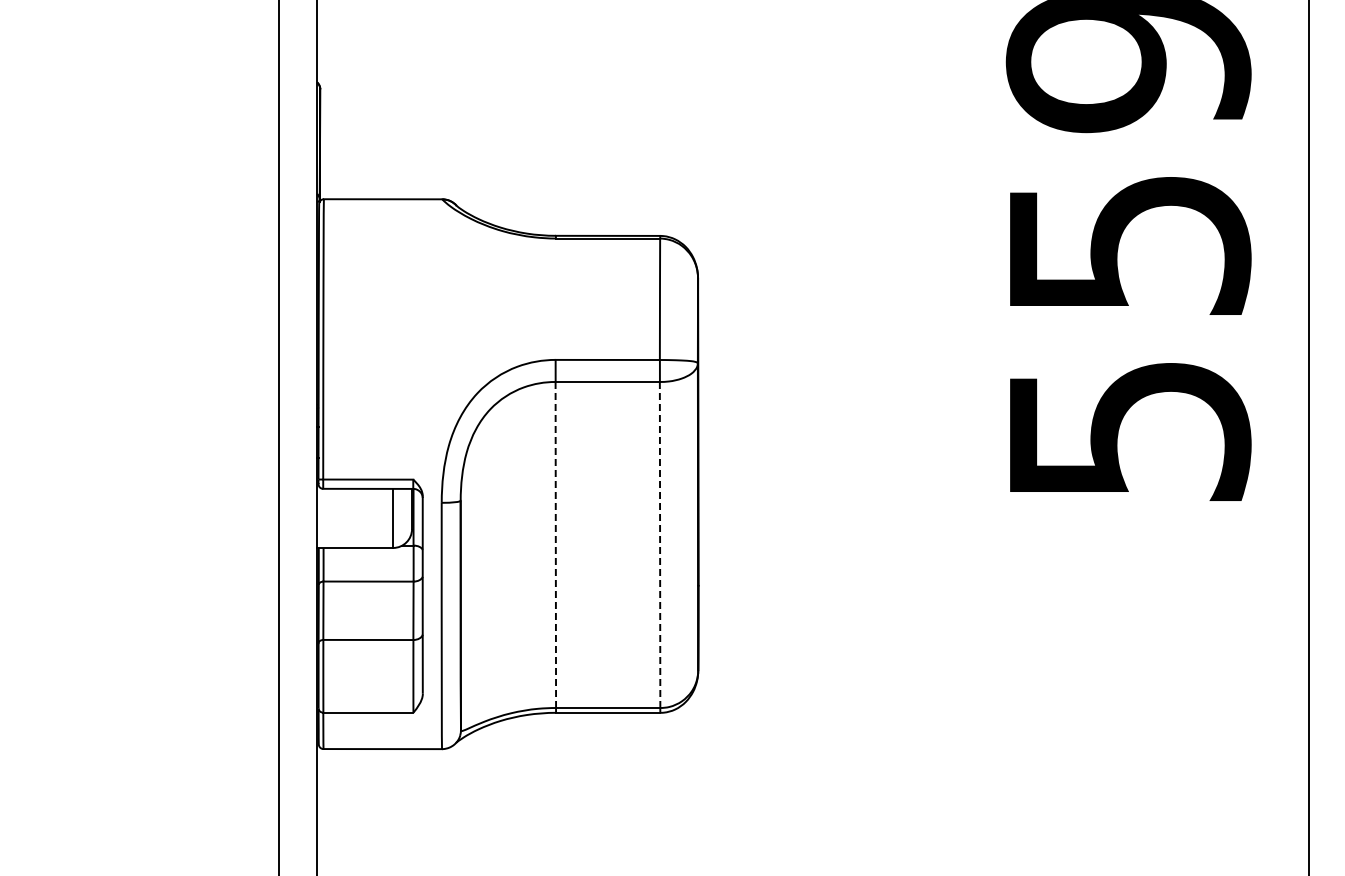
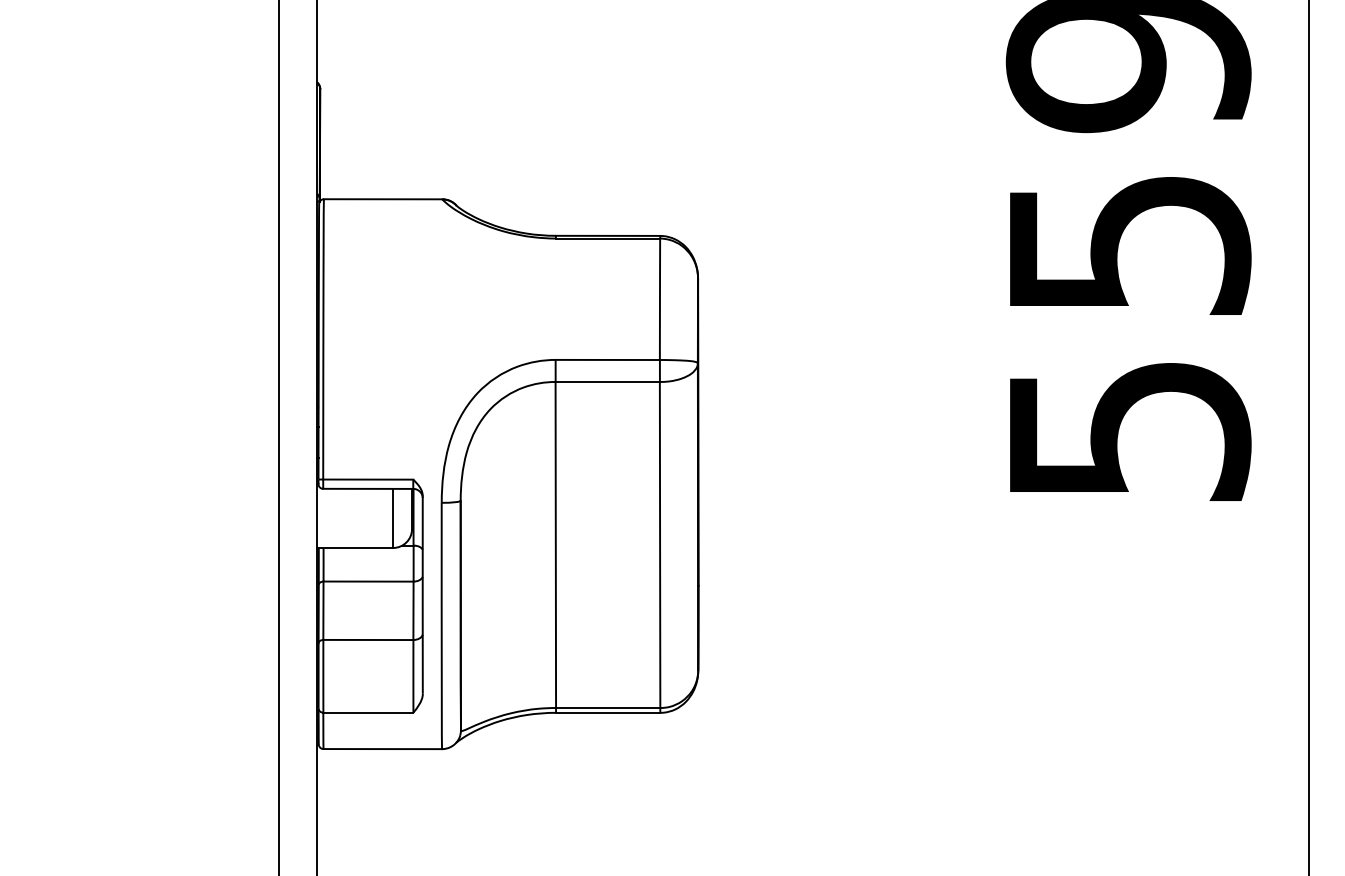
line at (555, 545): dashed -> solid
line at (660, 545): dashed -> solid
